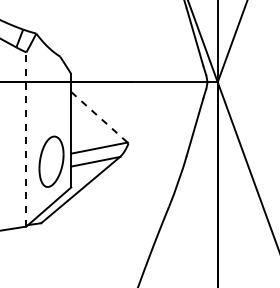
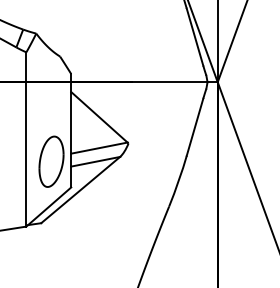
line at (99, 117): dashed -> solid
line at (26, 138): dashed -> solid
